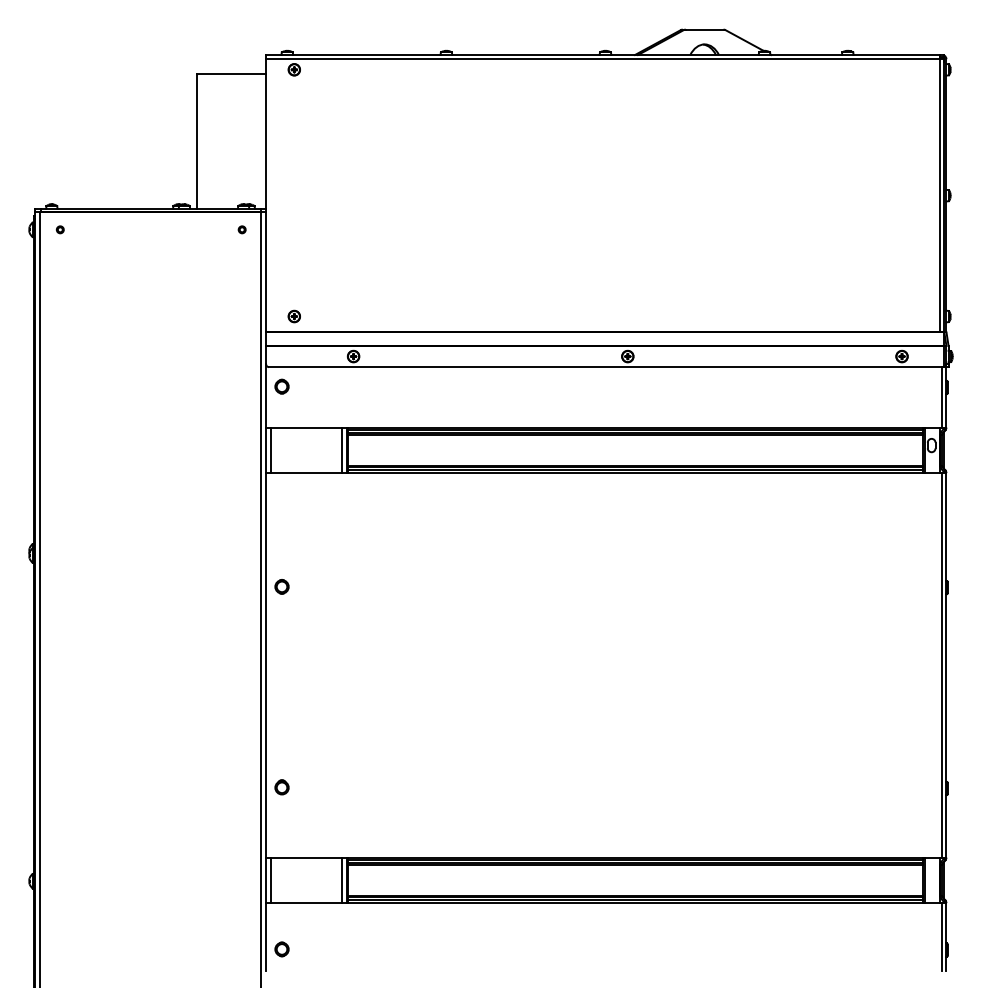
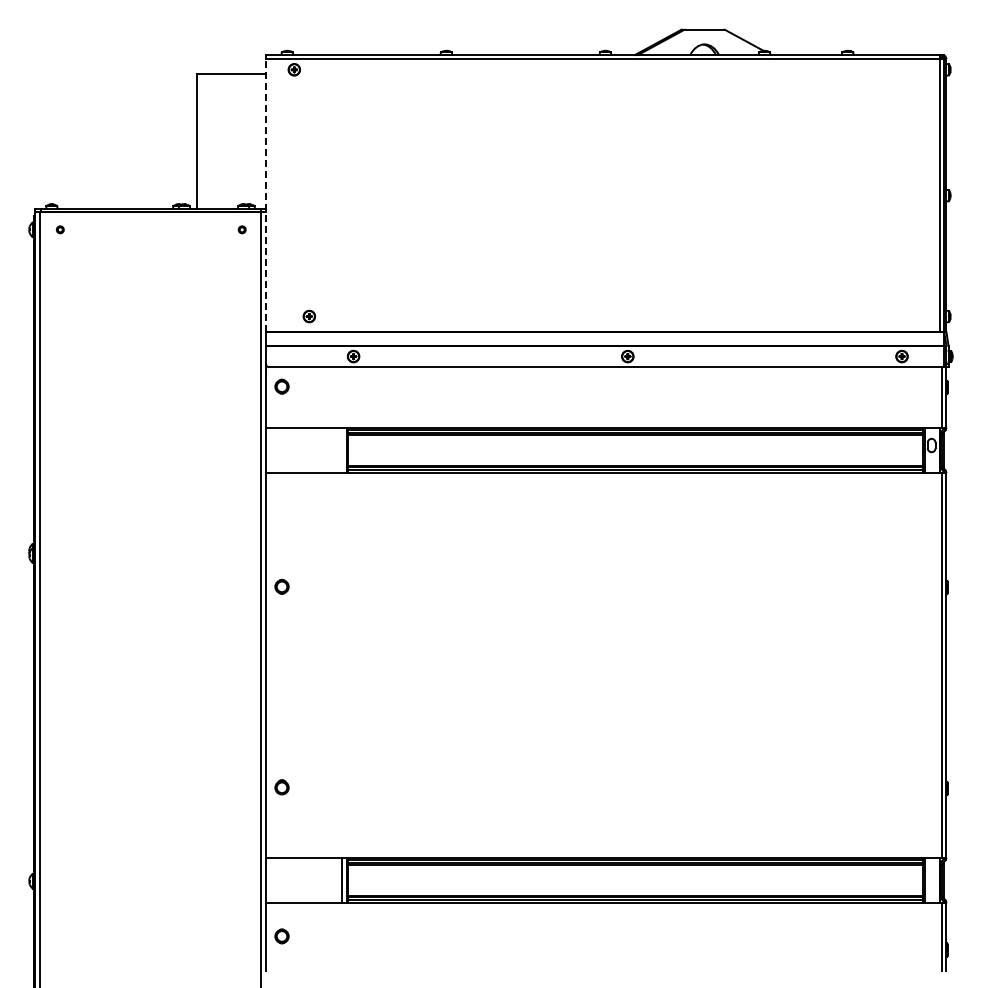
line at (266, 195): solid -> dashed
part at (293, 316) position: (293, 316) -> (308, 316)
line at (270, 450): present -> none
line at (341, 450): present -> none
line at (270, 880): present -> none
part at (281, 949) position: (281, 949) -> (281, 936)
